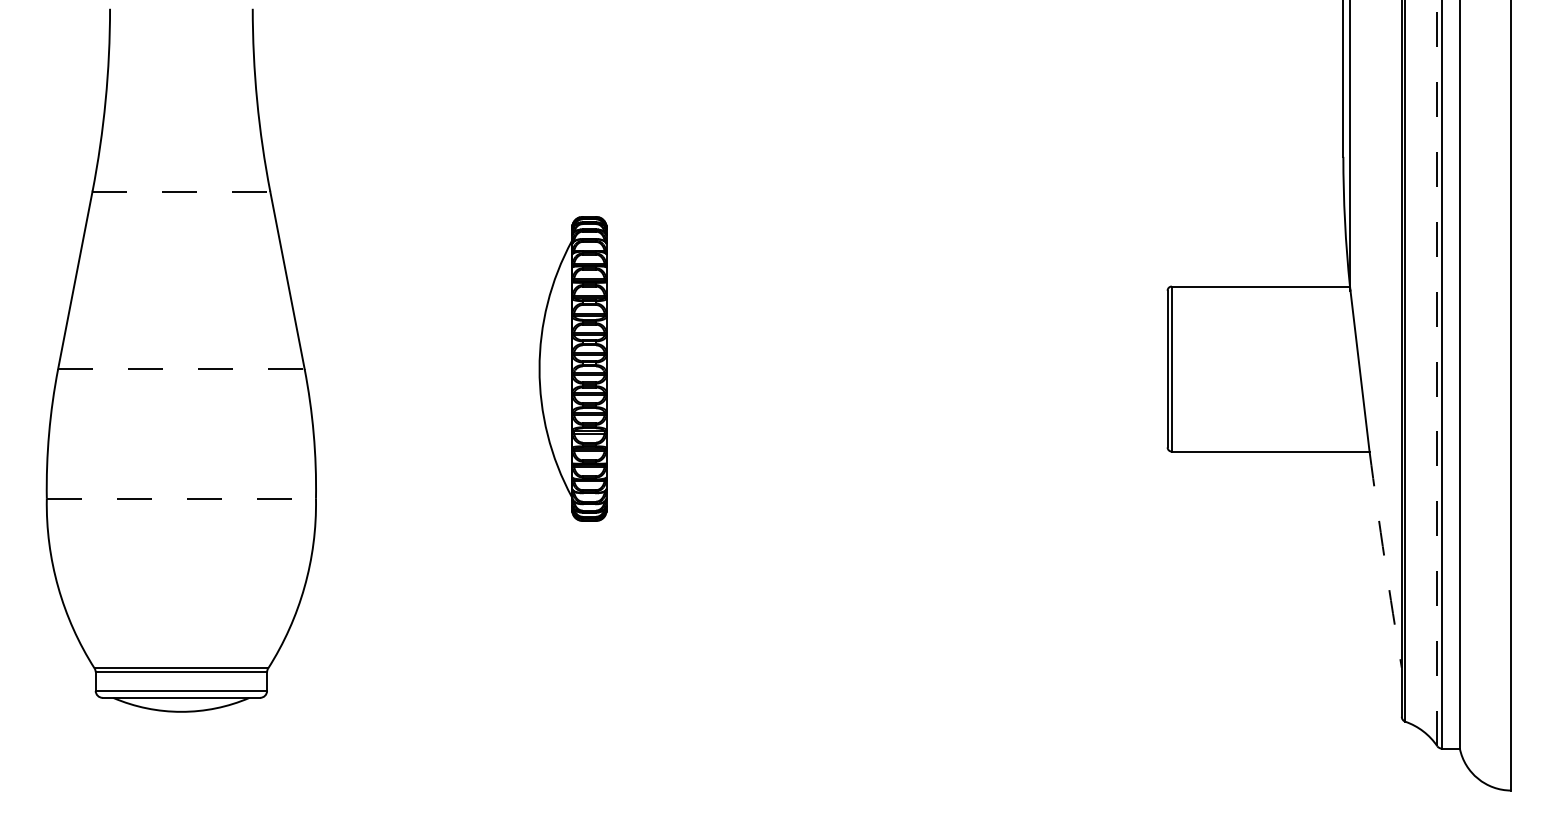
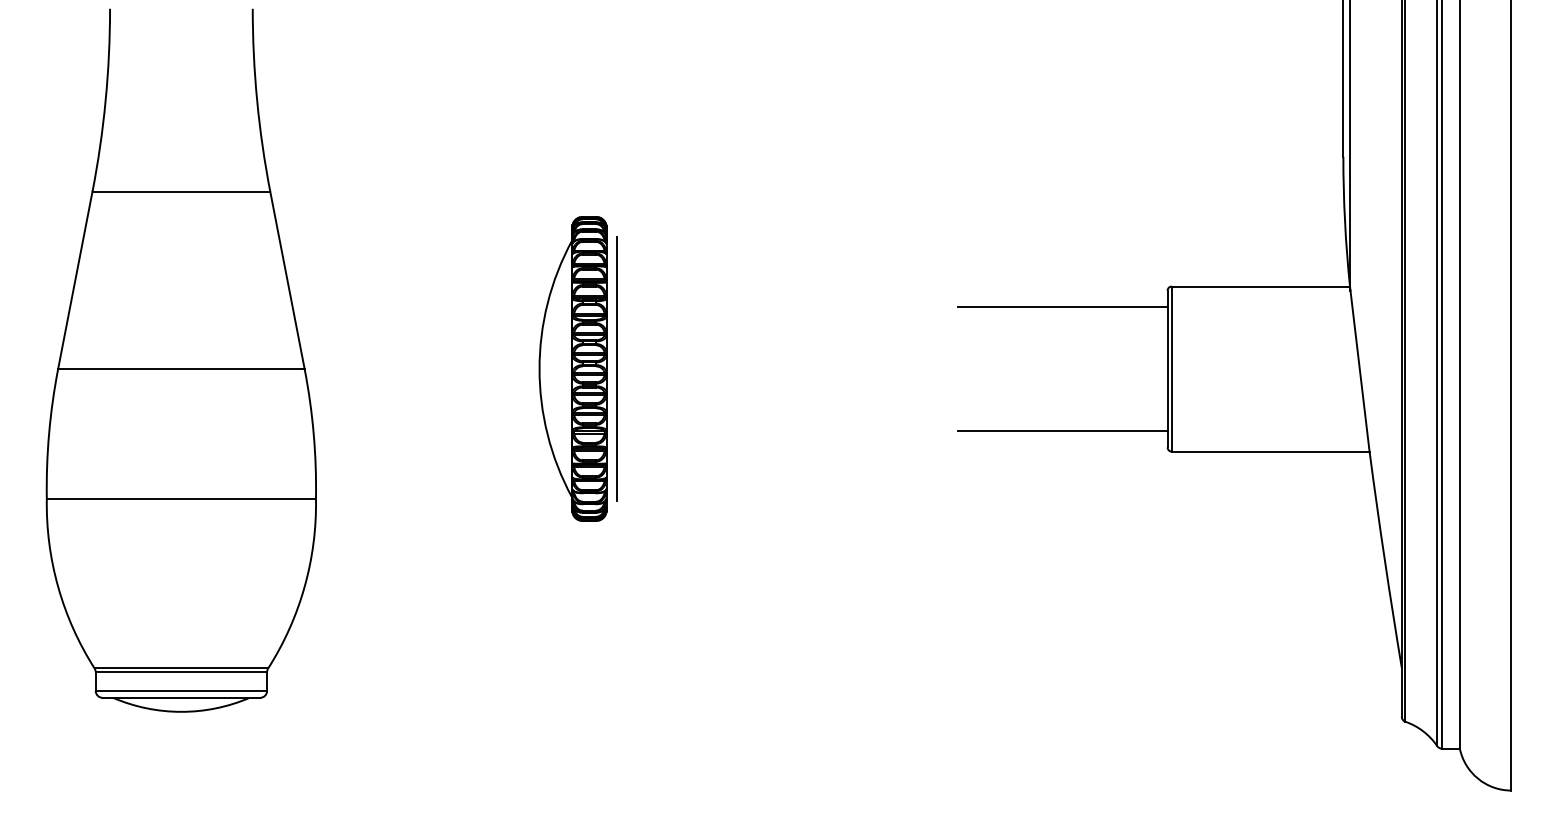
line at (181, 191): dashed -> solid
line at (1062, 307): none -> present
line at (616, 368): none -> present
line at (181, 369): dashed -> solid
line at (1437, 373): dashed -> solid
line at (1062, 430): none -> present
line at (181, 498): dashed -> solid
arc at (1384, 559): dashed -> solid
